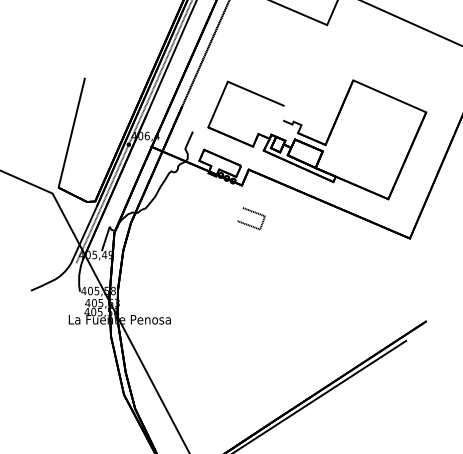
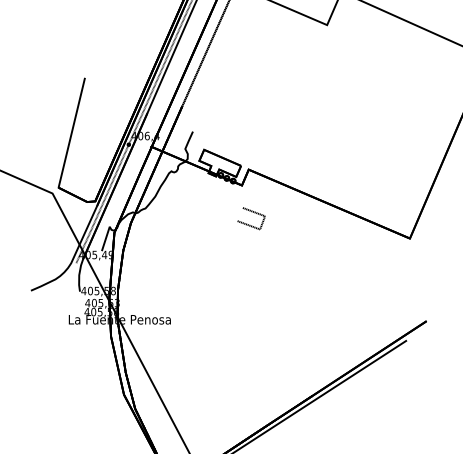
part at (317, 139): present -> none
